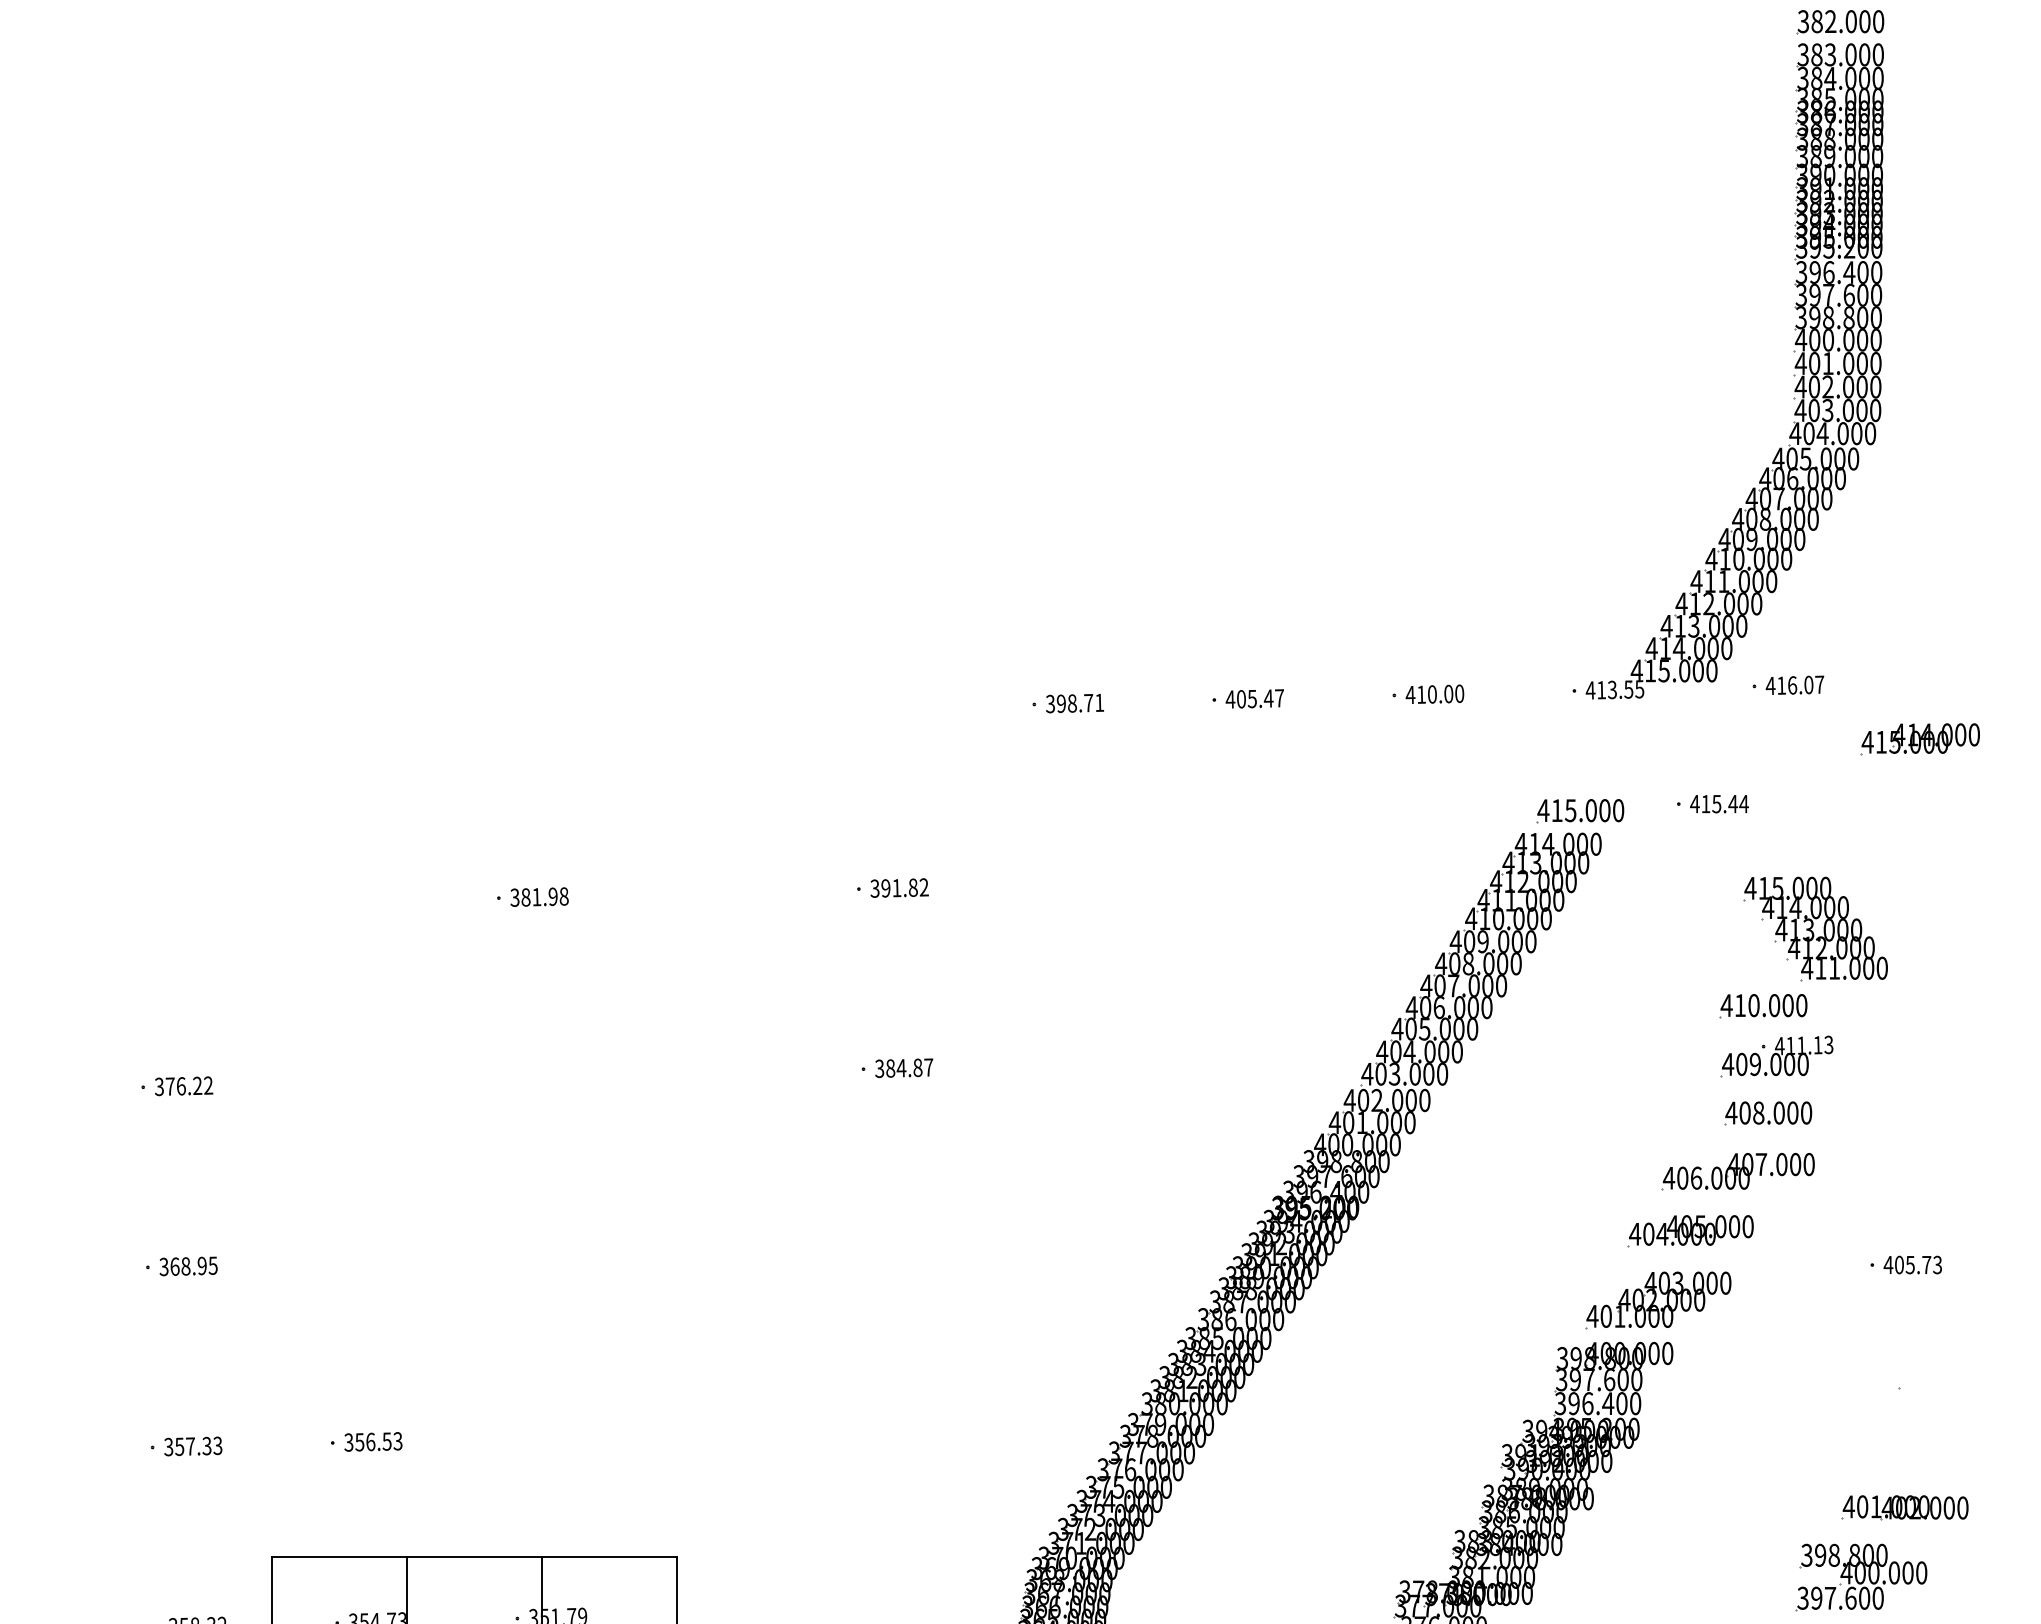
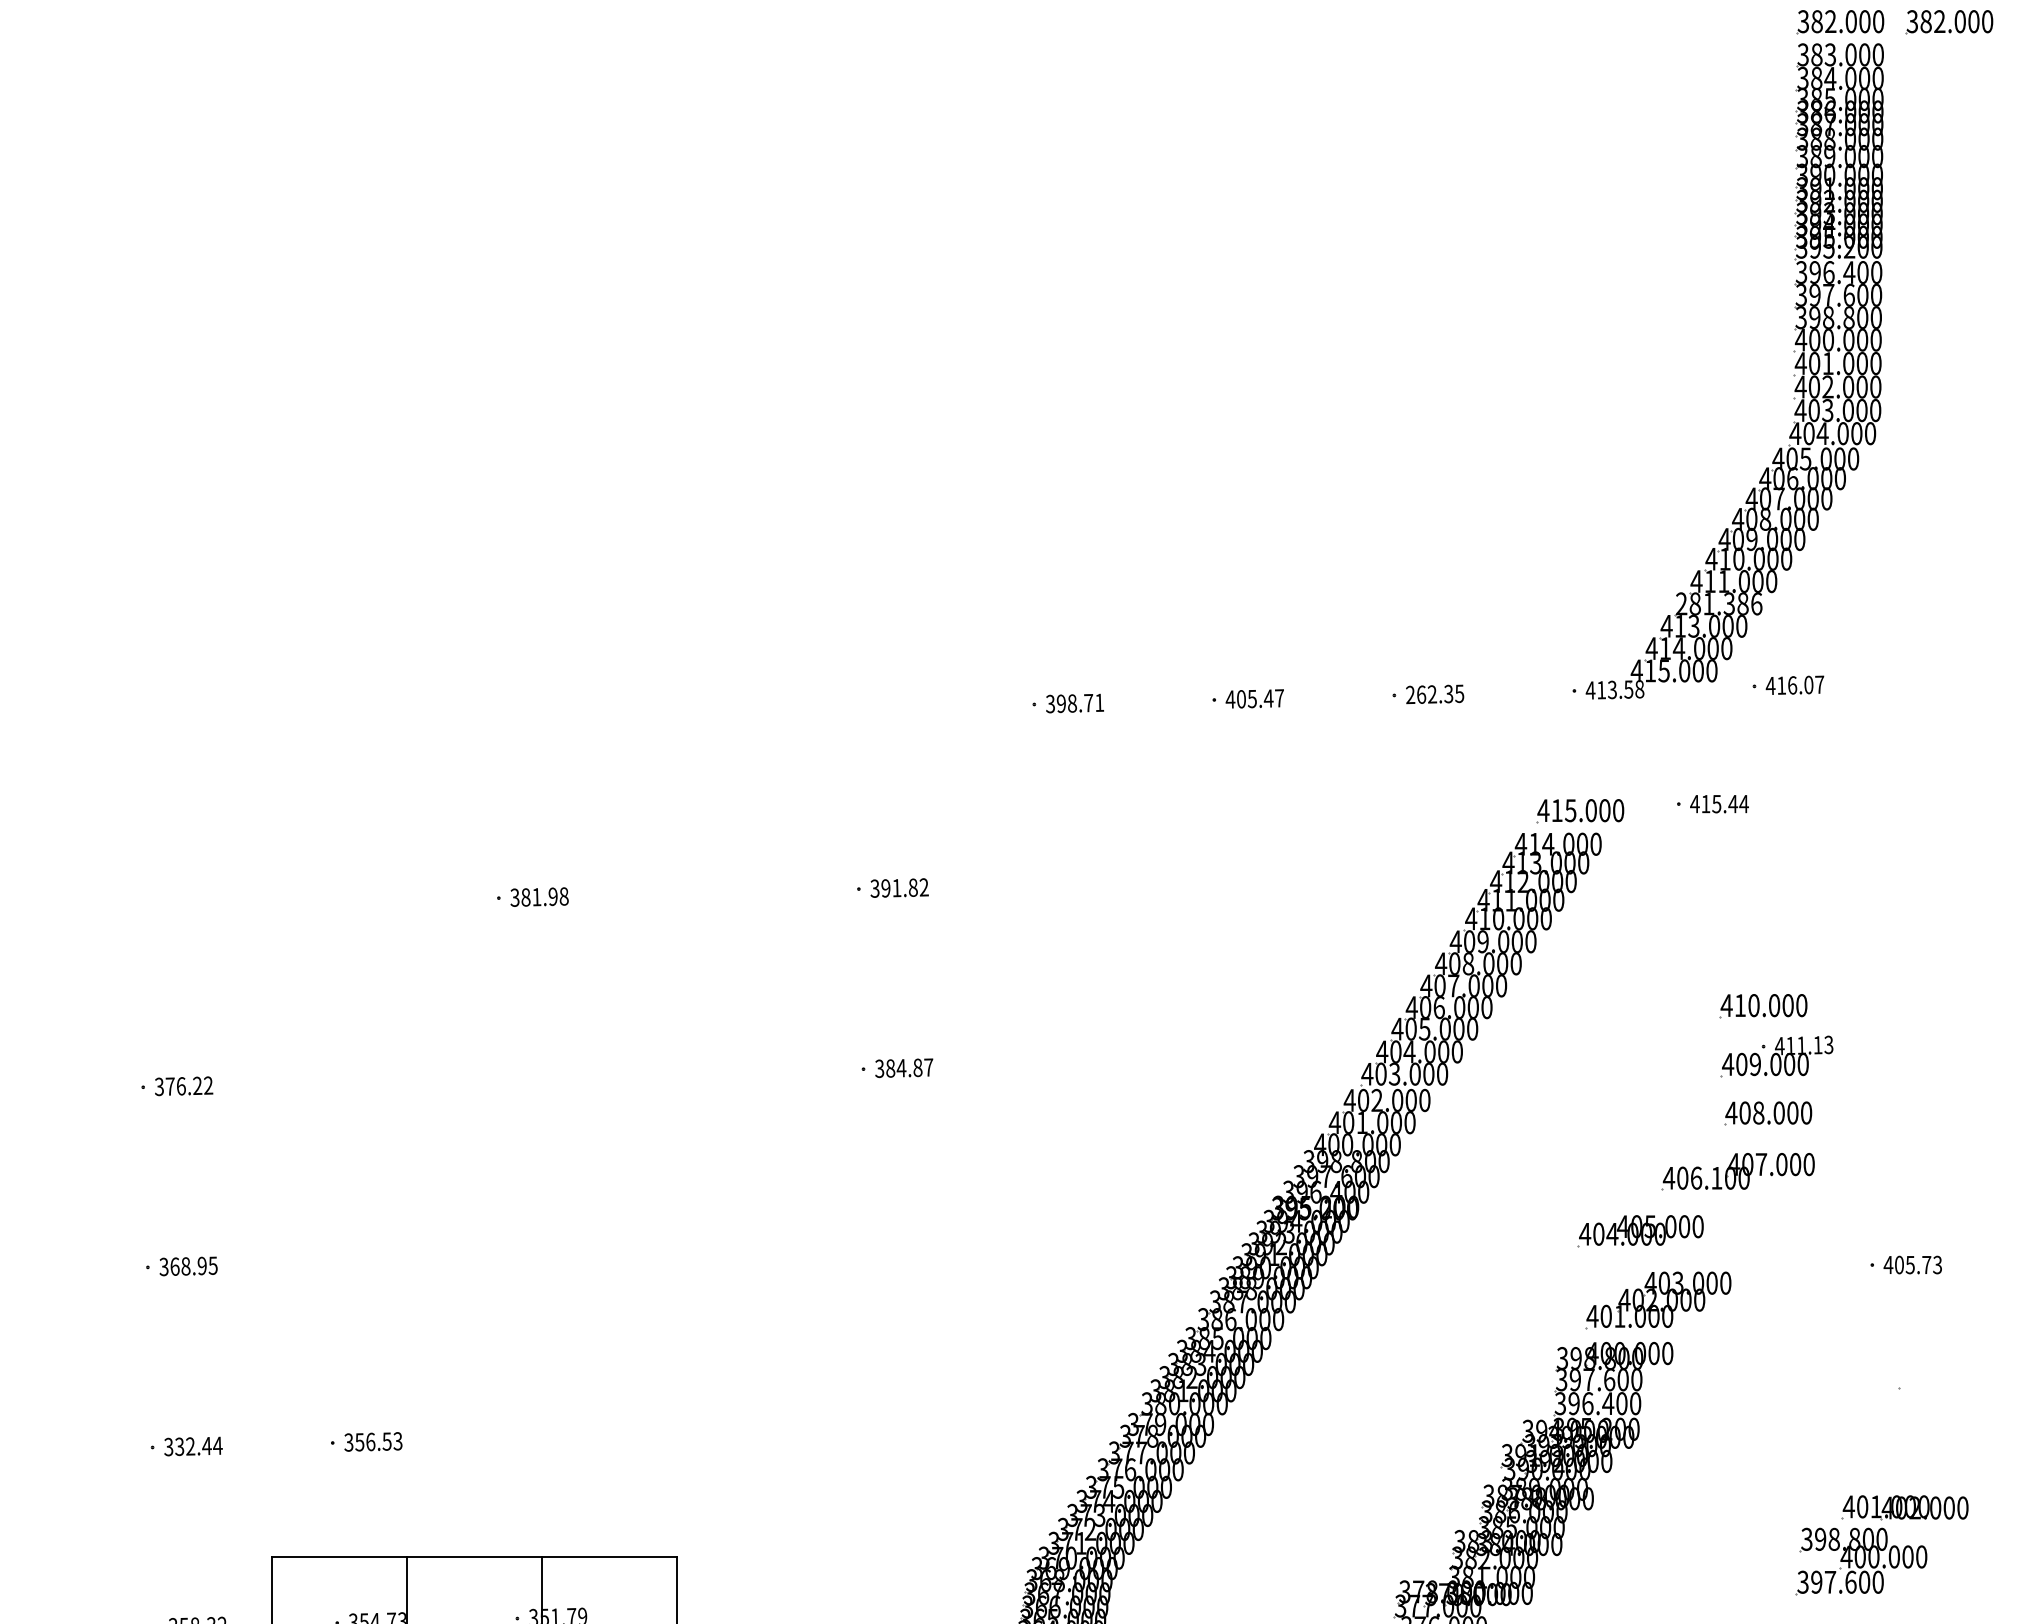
part at (1949, 22): none -> present
text at (1718, 603): 412.000 -> 281.386
text at (1639, 689): 413.55 -> 413.58
text at (1434, 694): 410.00 -> 262.35
part at (1919, 739): present -> none
part at (1815, 928): present -> none
text at (1716, 1177): 406.000 -> 406.100
part at (1690, 1231) position: (1690, 1231) -> (1640, 1231)
text at (198, 1445): 357.33 -> 332.44
part at (1861, 1577) position: (1861, 1577) -> (1861, 1561)
